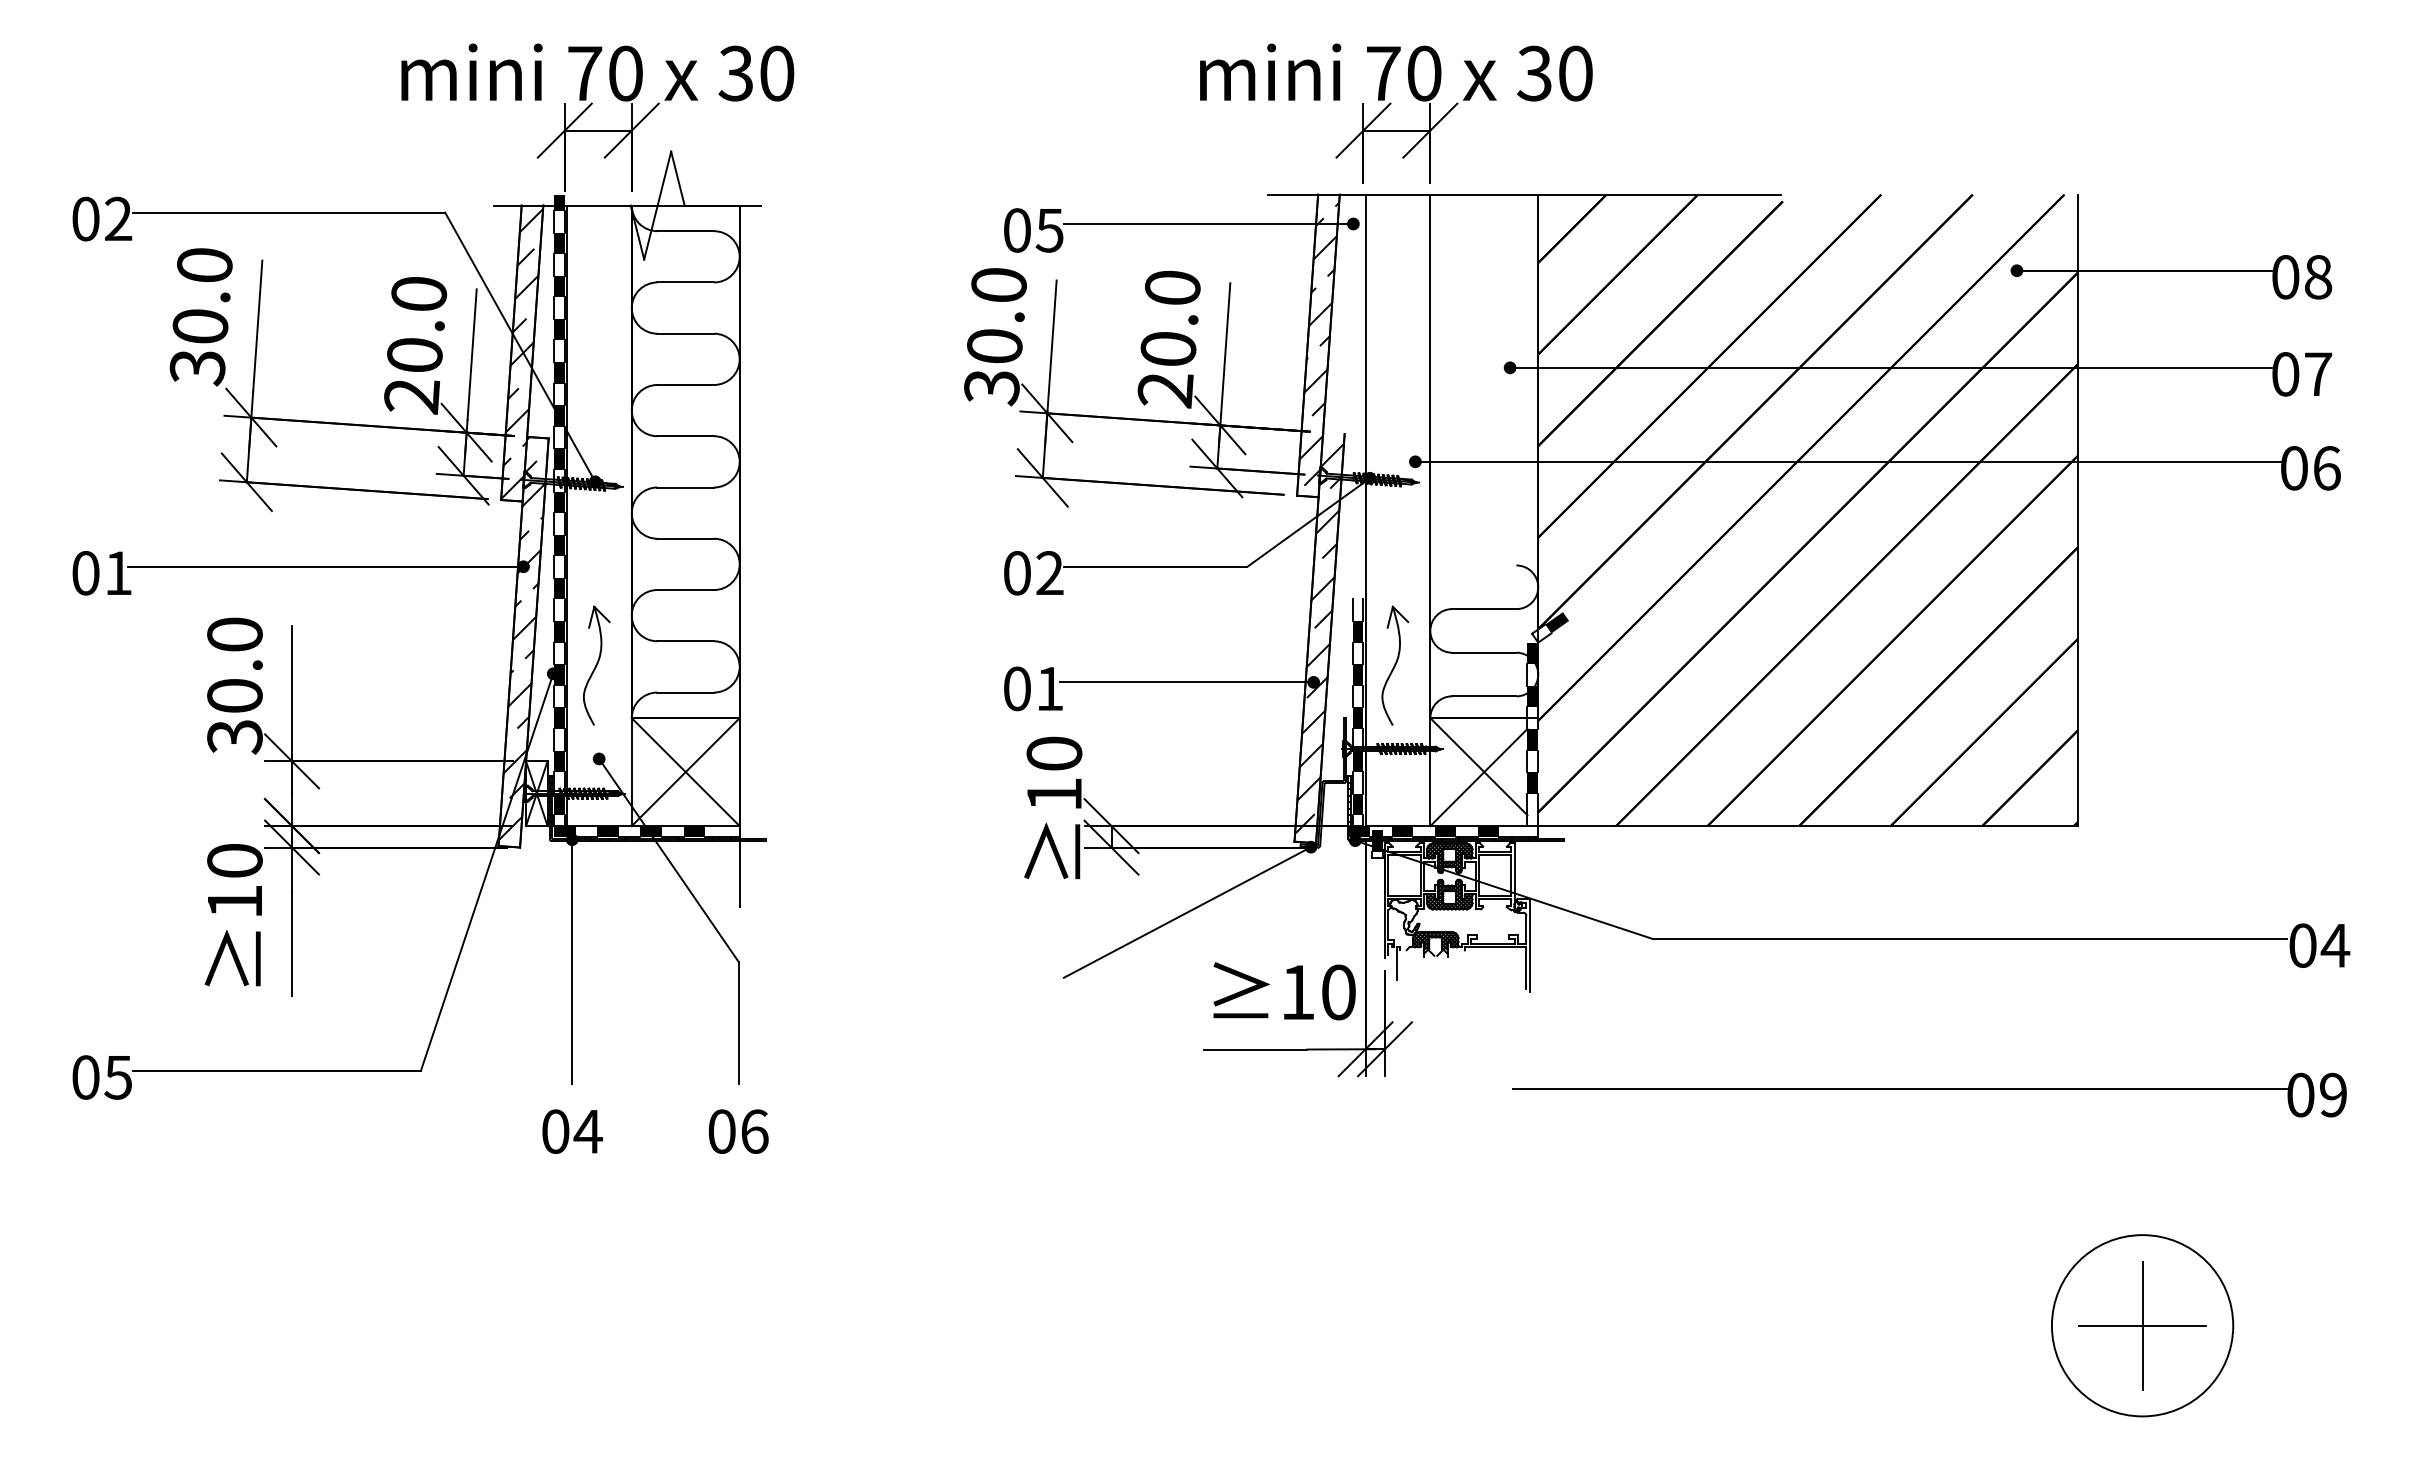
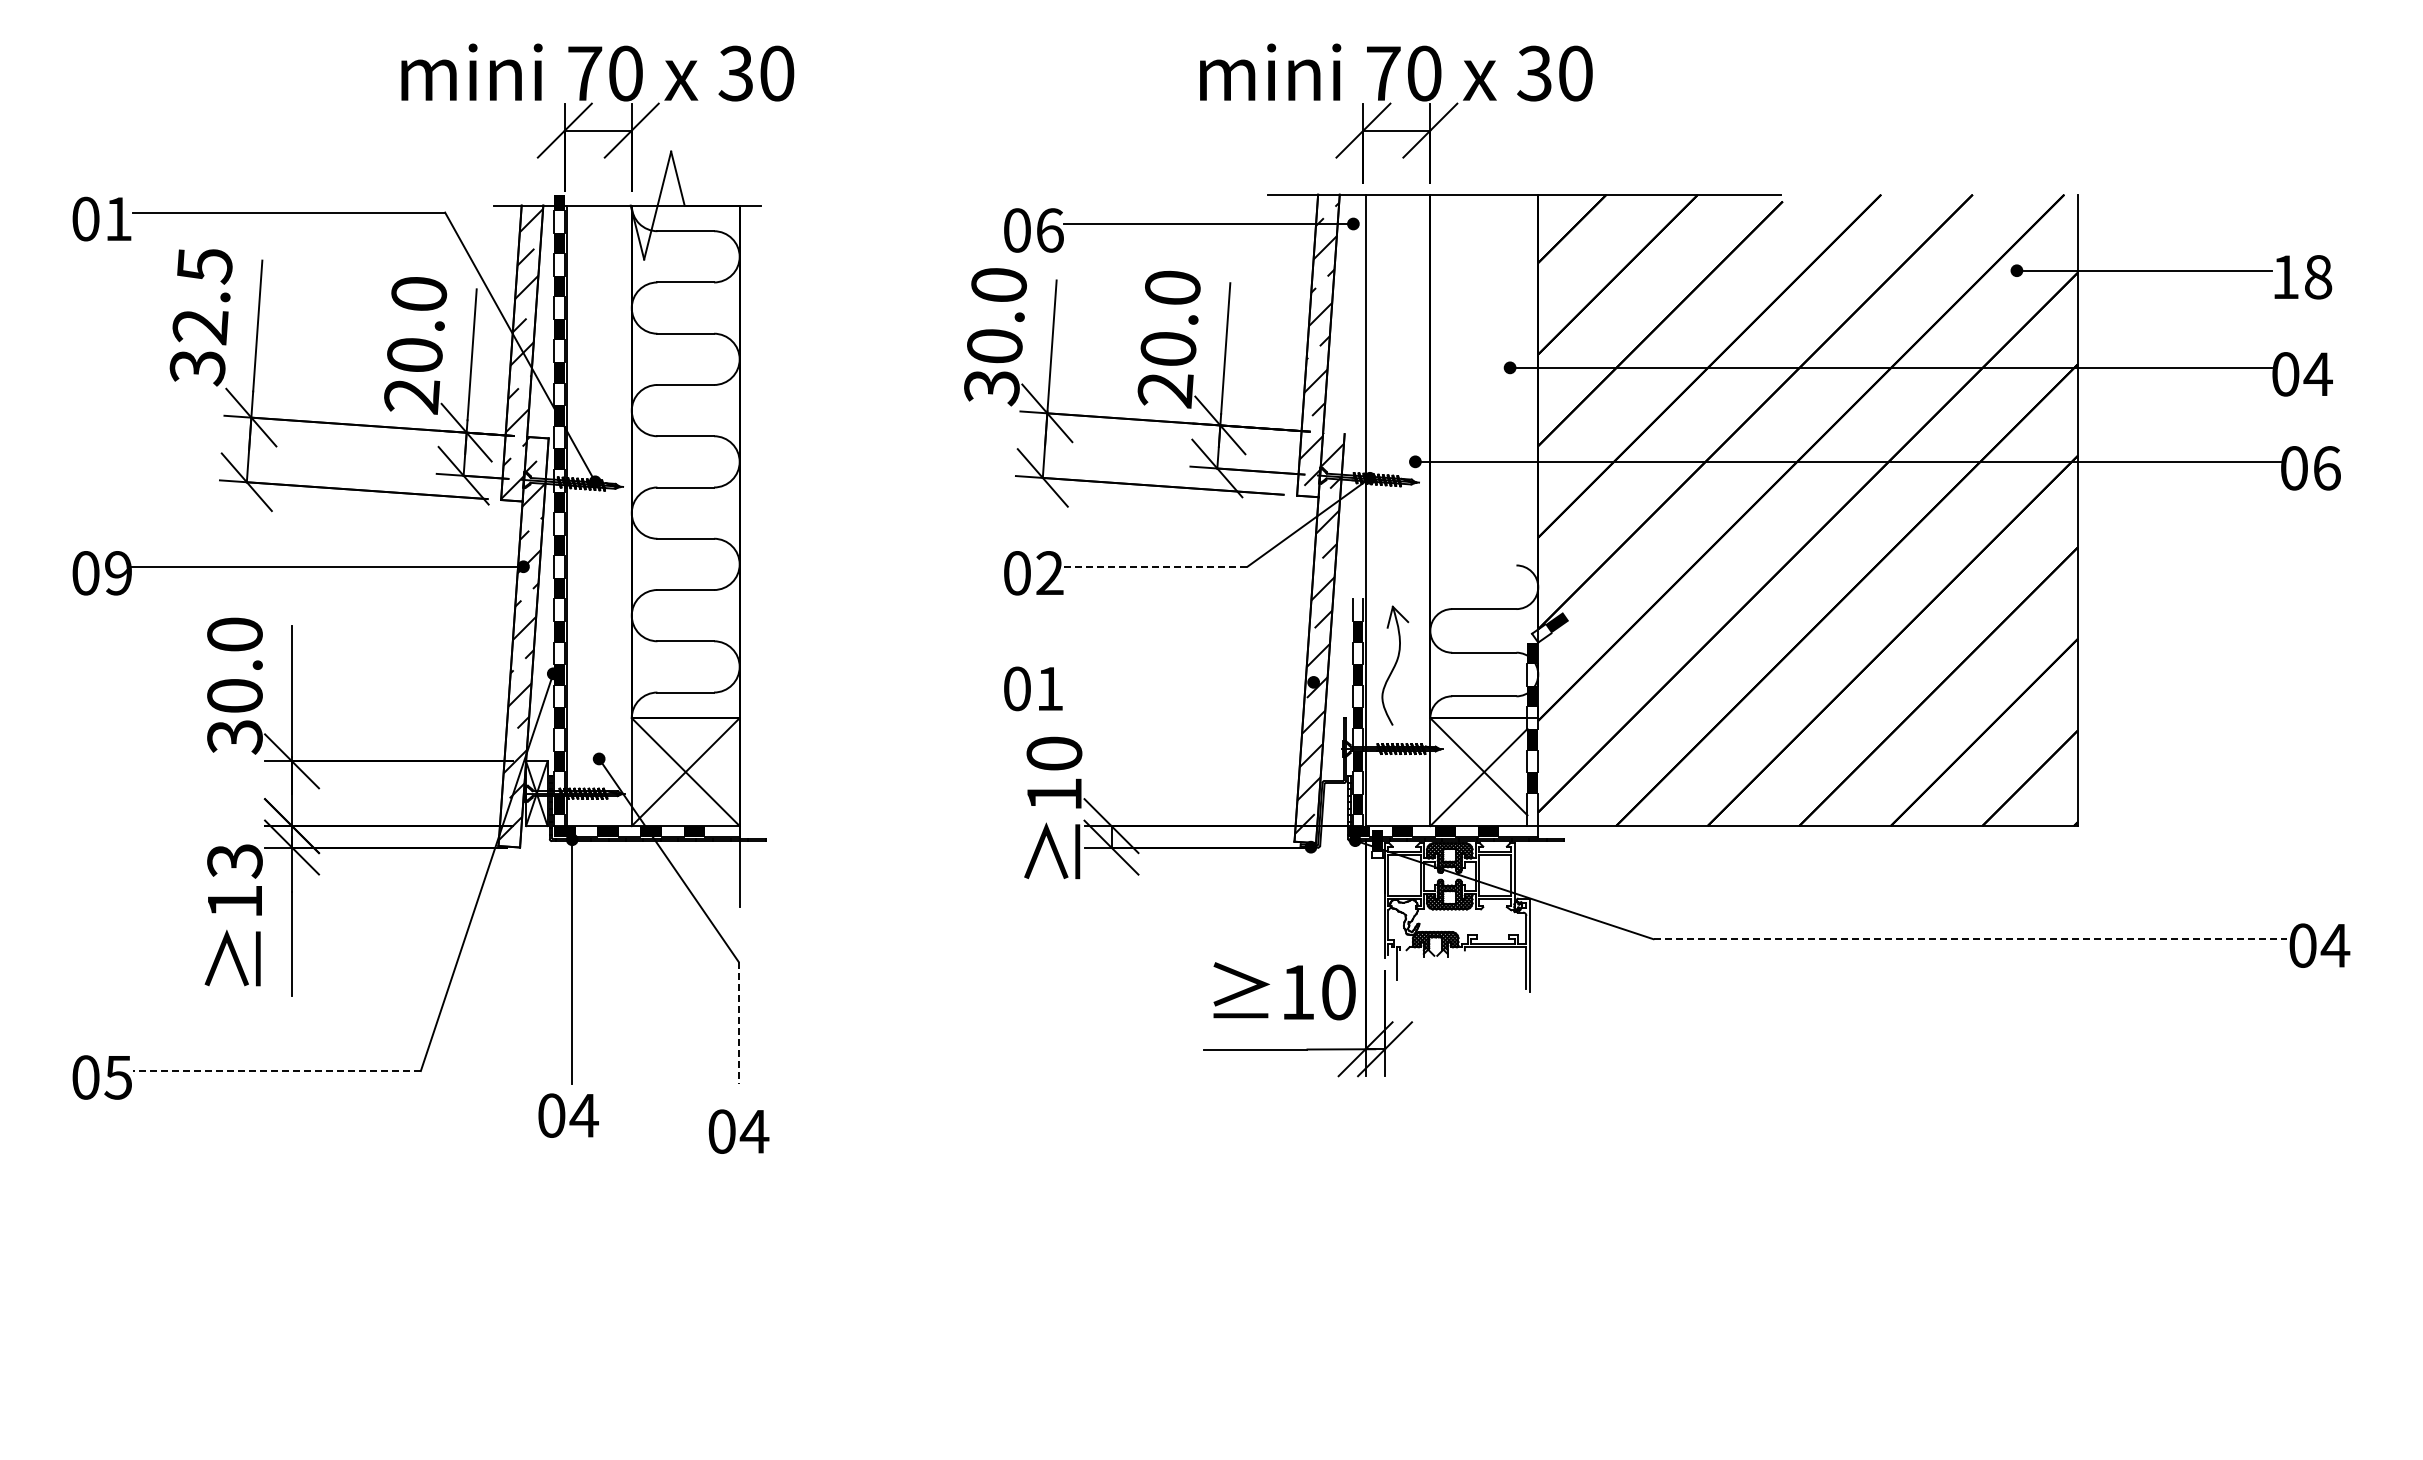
text at (118, 218): 02 -> 01
text at (1049, 230): 05 -> 06
text at (2285, 277): 08 -> 18
text at (202, 296): 30.0 -> 32.5
text at (2317, 373): 07 -> 04
line at (1155, 566): solid -> dashed
text at (118, 573): 01 -> 09
part at (596, 665): present -> none
line at (1186, 682): present -> none
text at (234, 861): 10 -> 13
line at (1186, 912): present -> none
line at (1970, 939): solid -> dashed
line at (738, 1023): solid -> dashed
line at (276, 1071): solid -> dashed
part at (1929, 1094): present -> none
text at (572, 1131) position: (572, 1131) -> (568, 1115)
text at (754, 1131): 06 -> 04
part at (2142, 1325): present -> none
